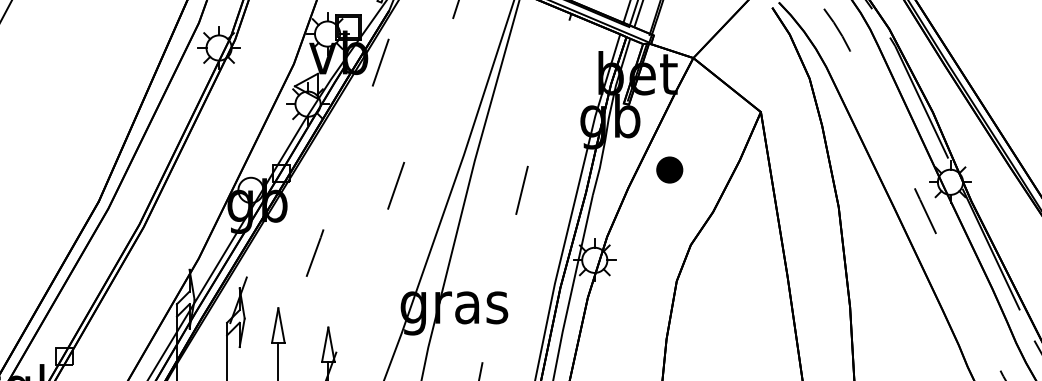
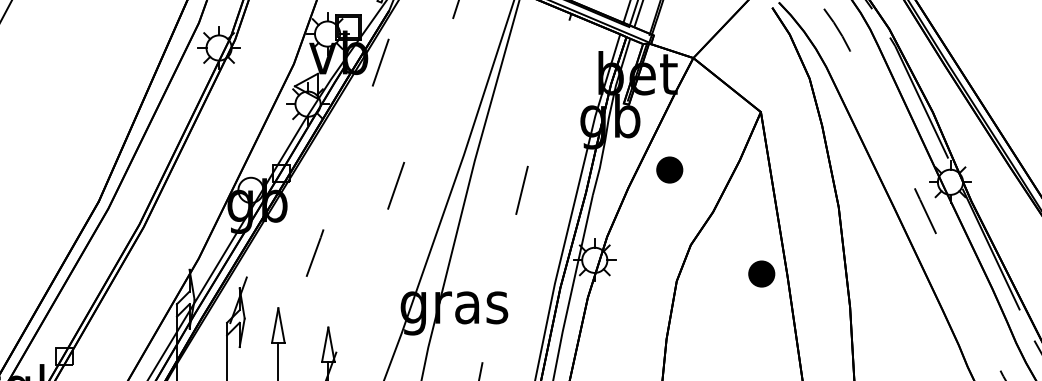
part at (761, 273): none -> present
